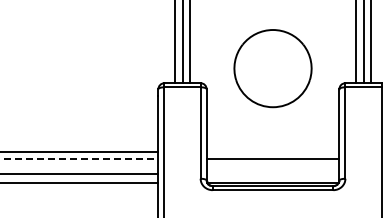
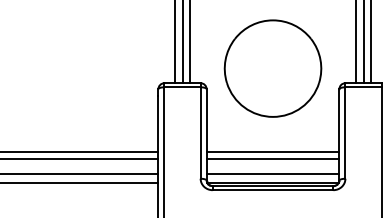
part at (272, 68) size: 80x80 px -> 100x99 px
line at (272, 152): none -> present
line at (79, 159): dashed -> solid
line at (272, 174): none -> present
